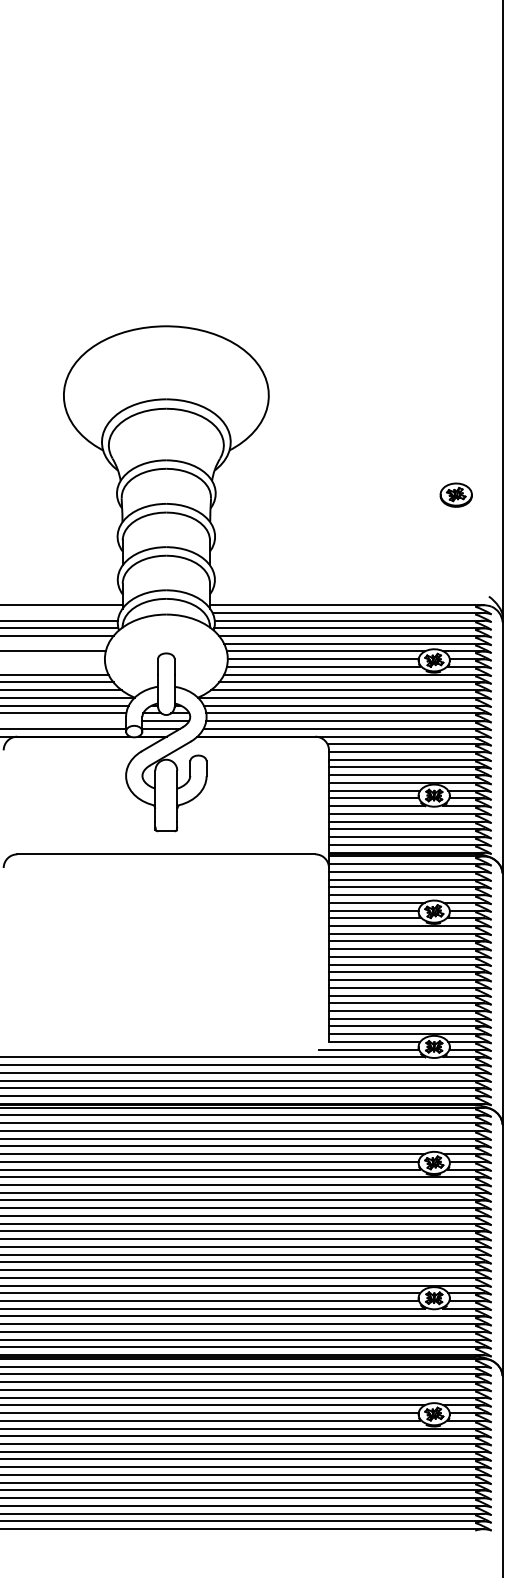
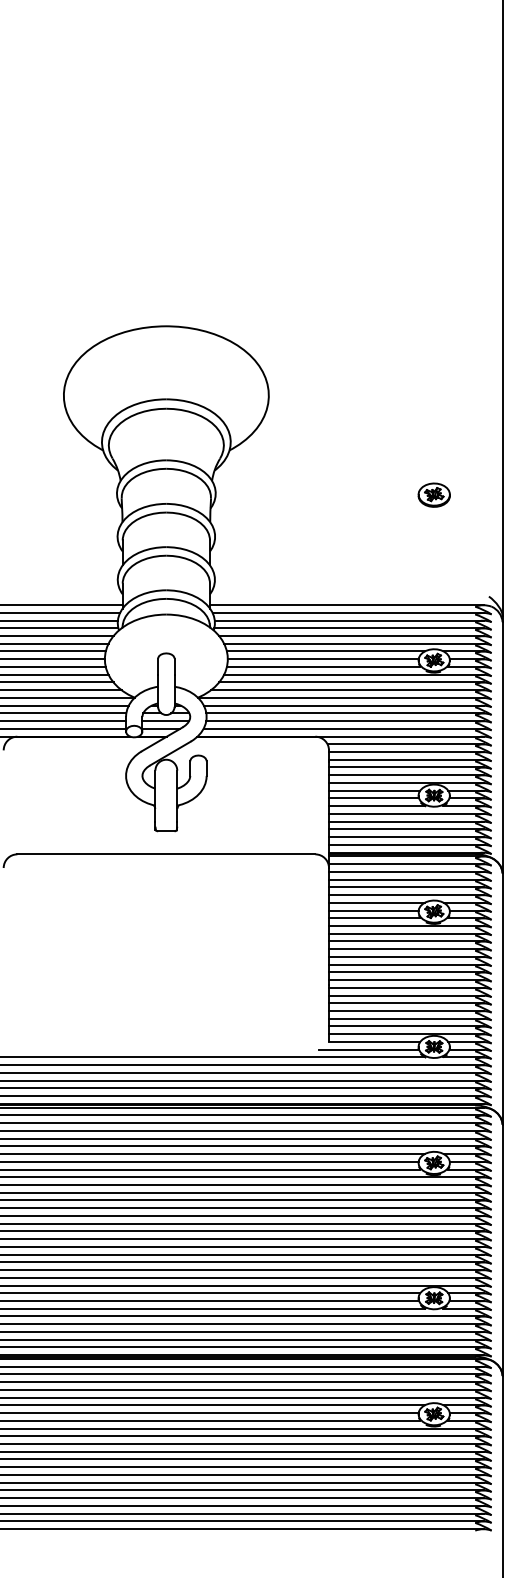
part at (455, 494) position: (455, 494) -> (433, 494)
line at (61, 612): none -> present
line at (55, 643): none -> present
line at (53, 659): none -> present
line at (53, 666): none -> present
line at (64, 721): none -> present
